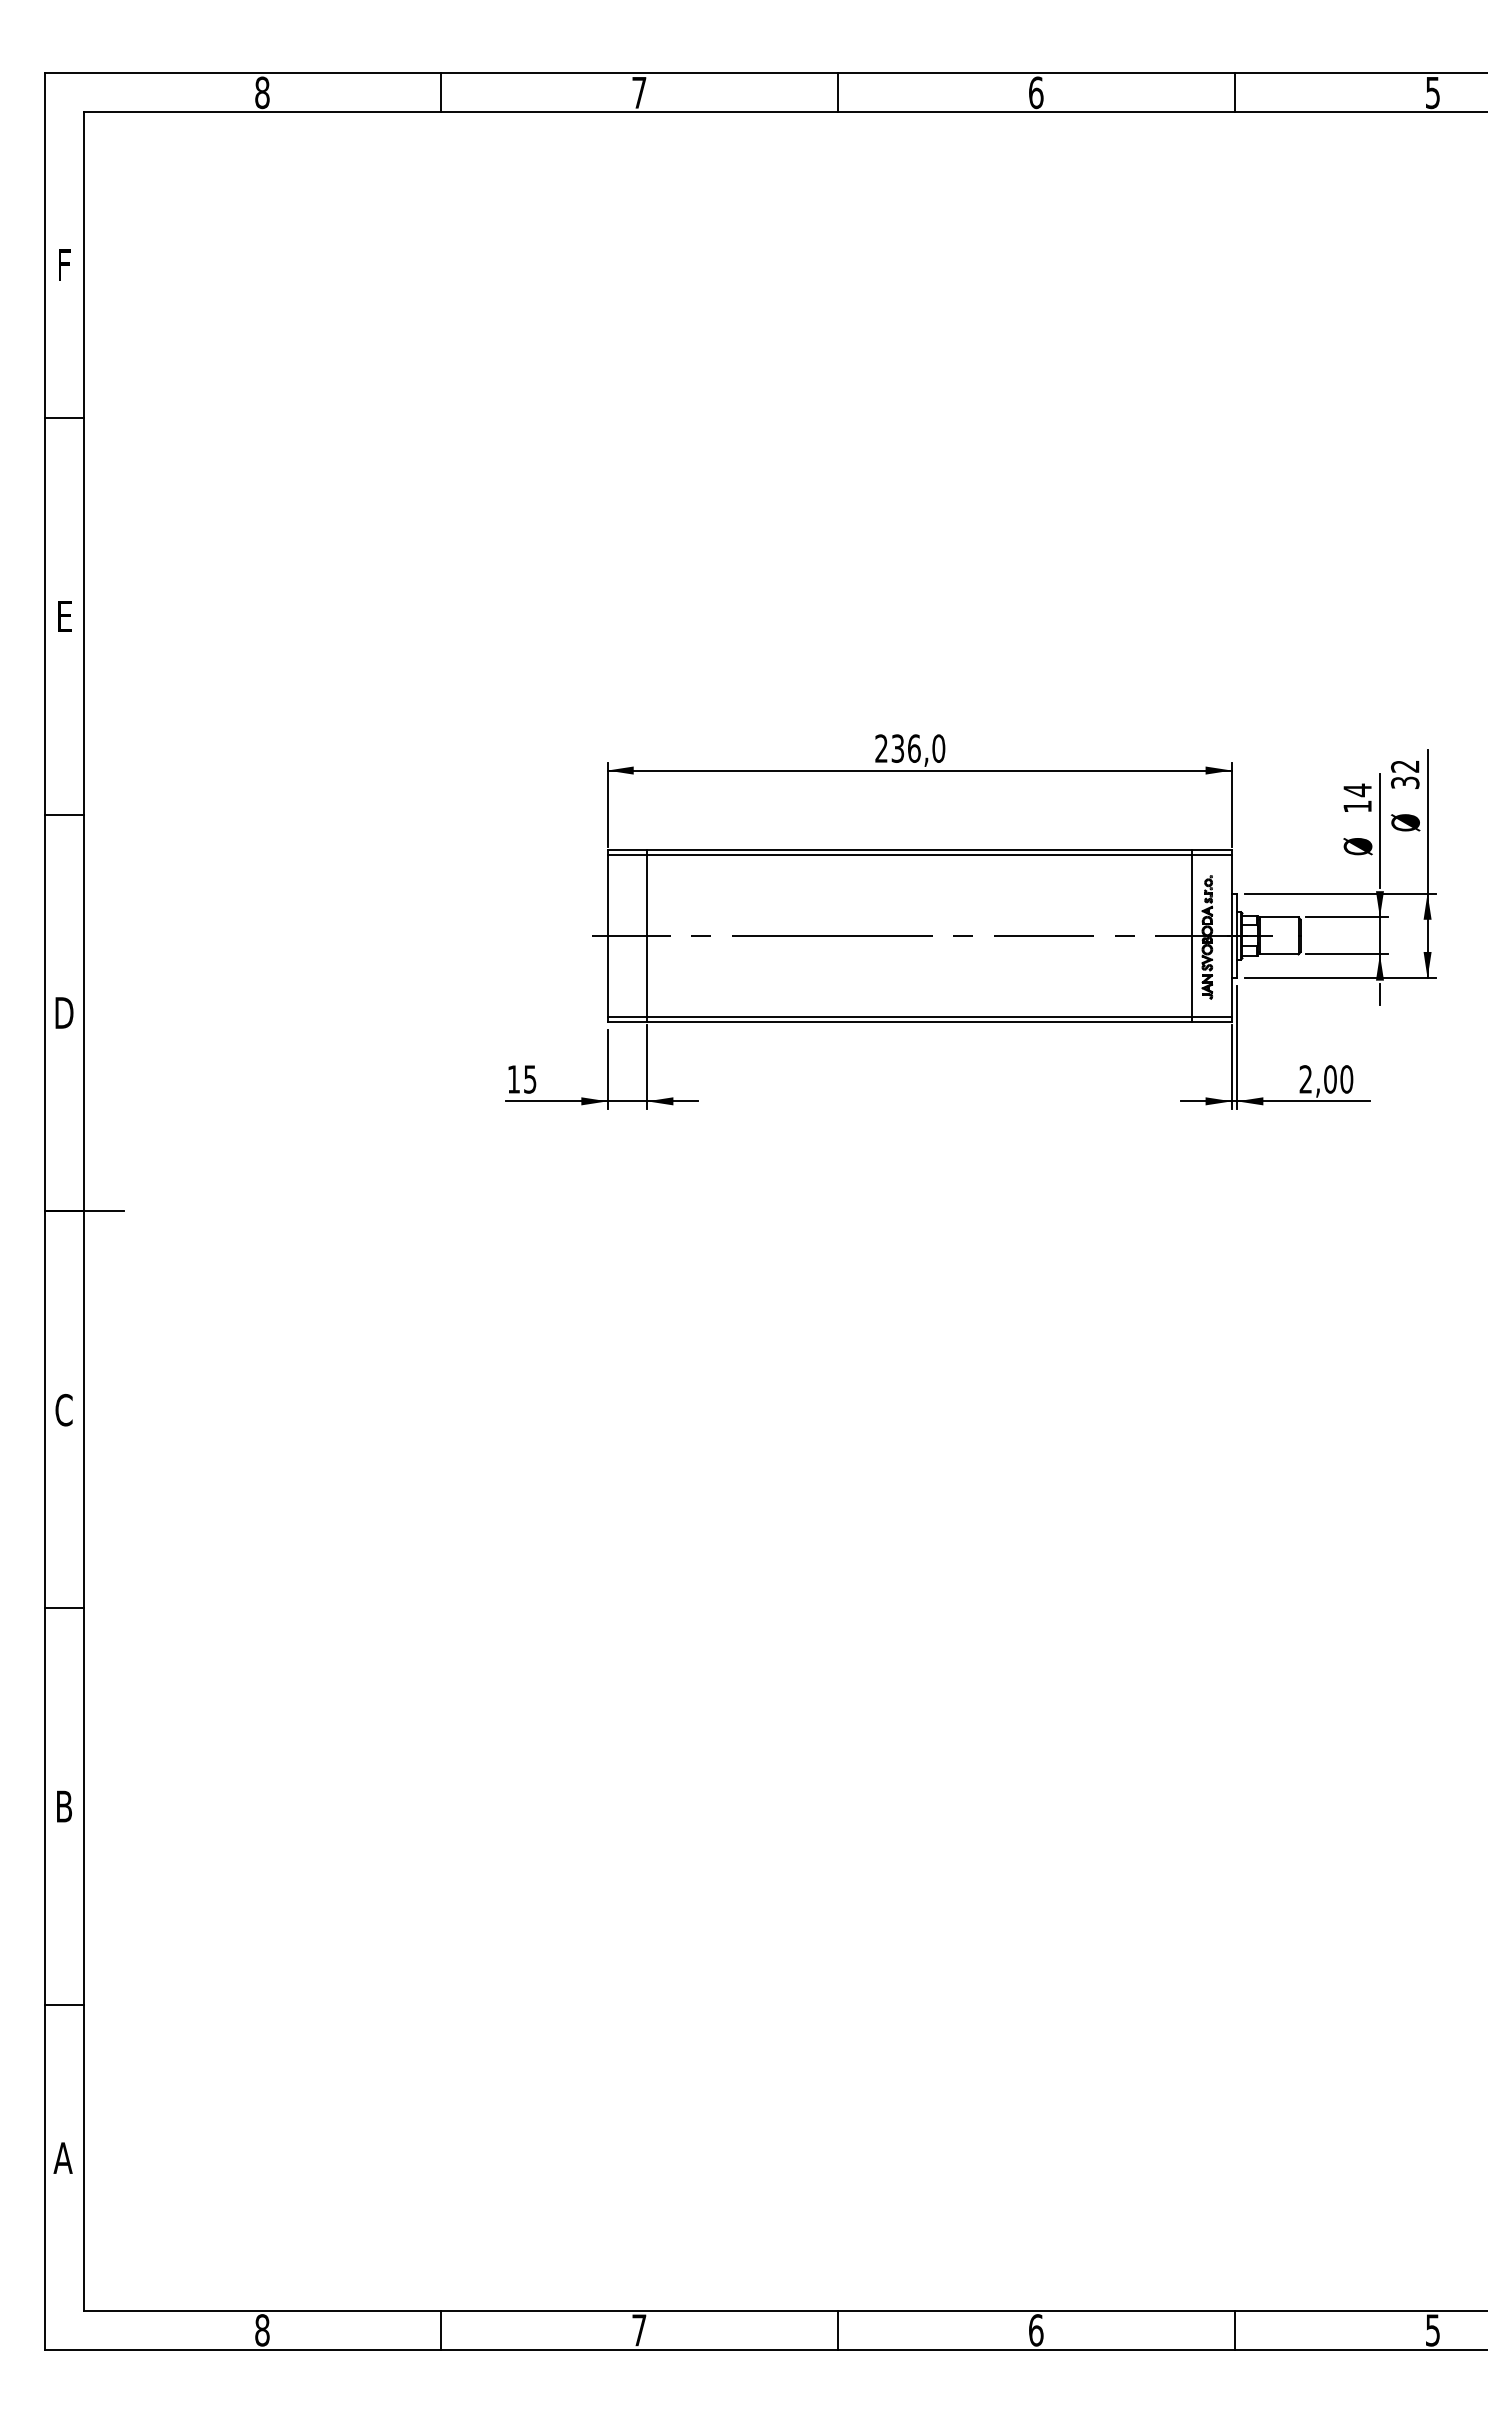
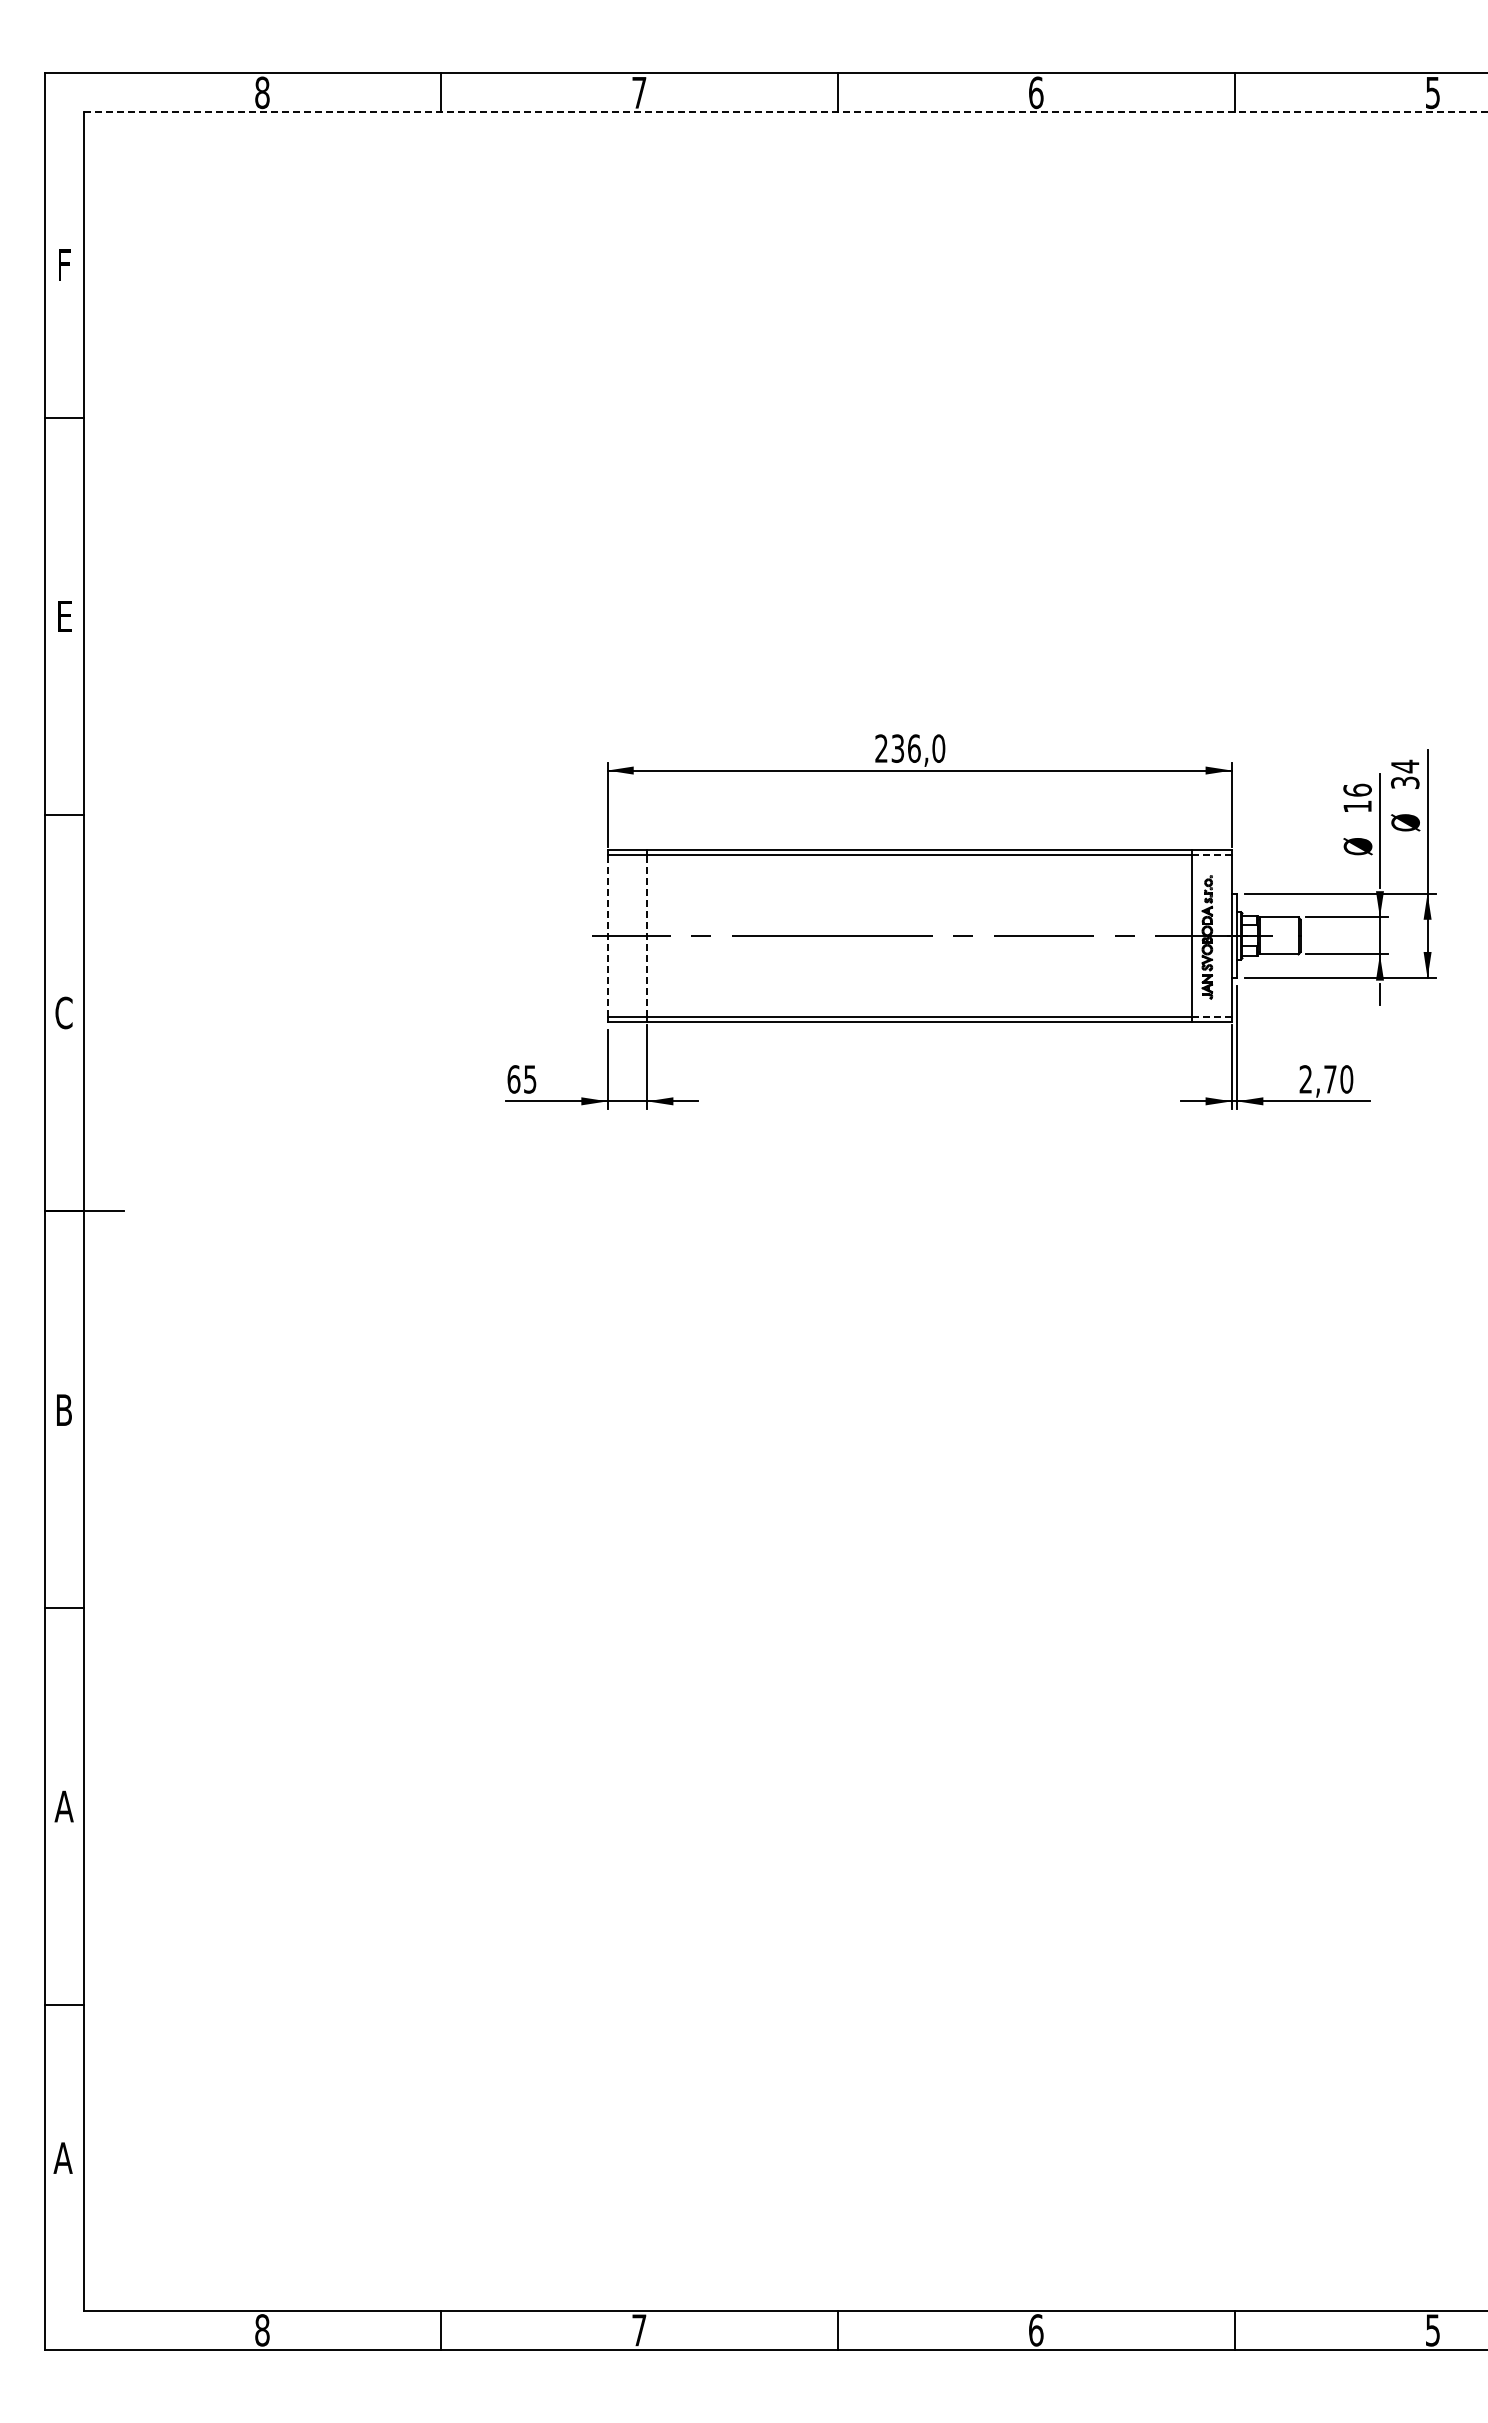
line at (786, 112): solid -> dashed
text at (1405, 766): 32 -> 34
text at (1357, 790): 14 -> 16
line at (1211, 855): solid -> dashed
line at (607, 935): solid -> dashed
line at (647, 935): solid -> dashed
text at (64, 1012): D -> C
line at (1211, 1016): solid -> dashed
text at (513, 1079): 15 -> 65
text at (1330, 1079): 2,00 -> 2,70
text at (63, 1409): C -> B
text at (63, 1806): B -> A
